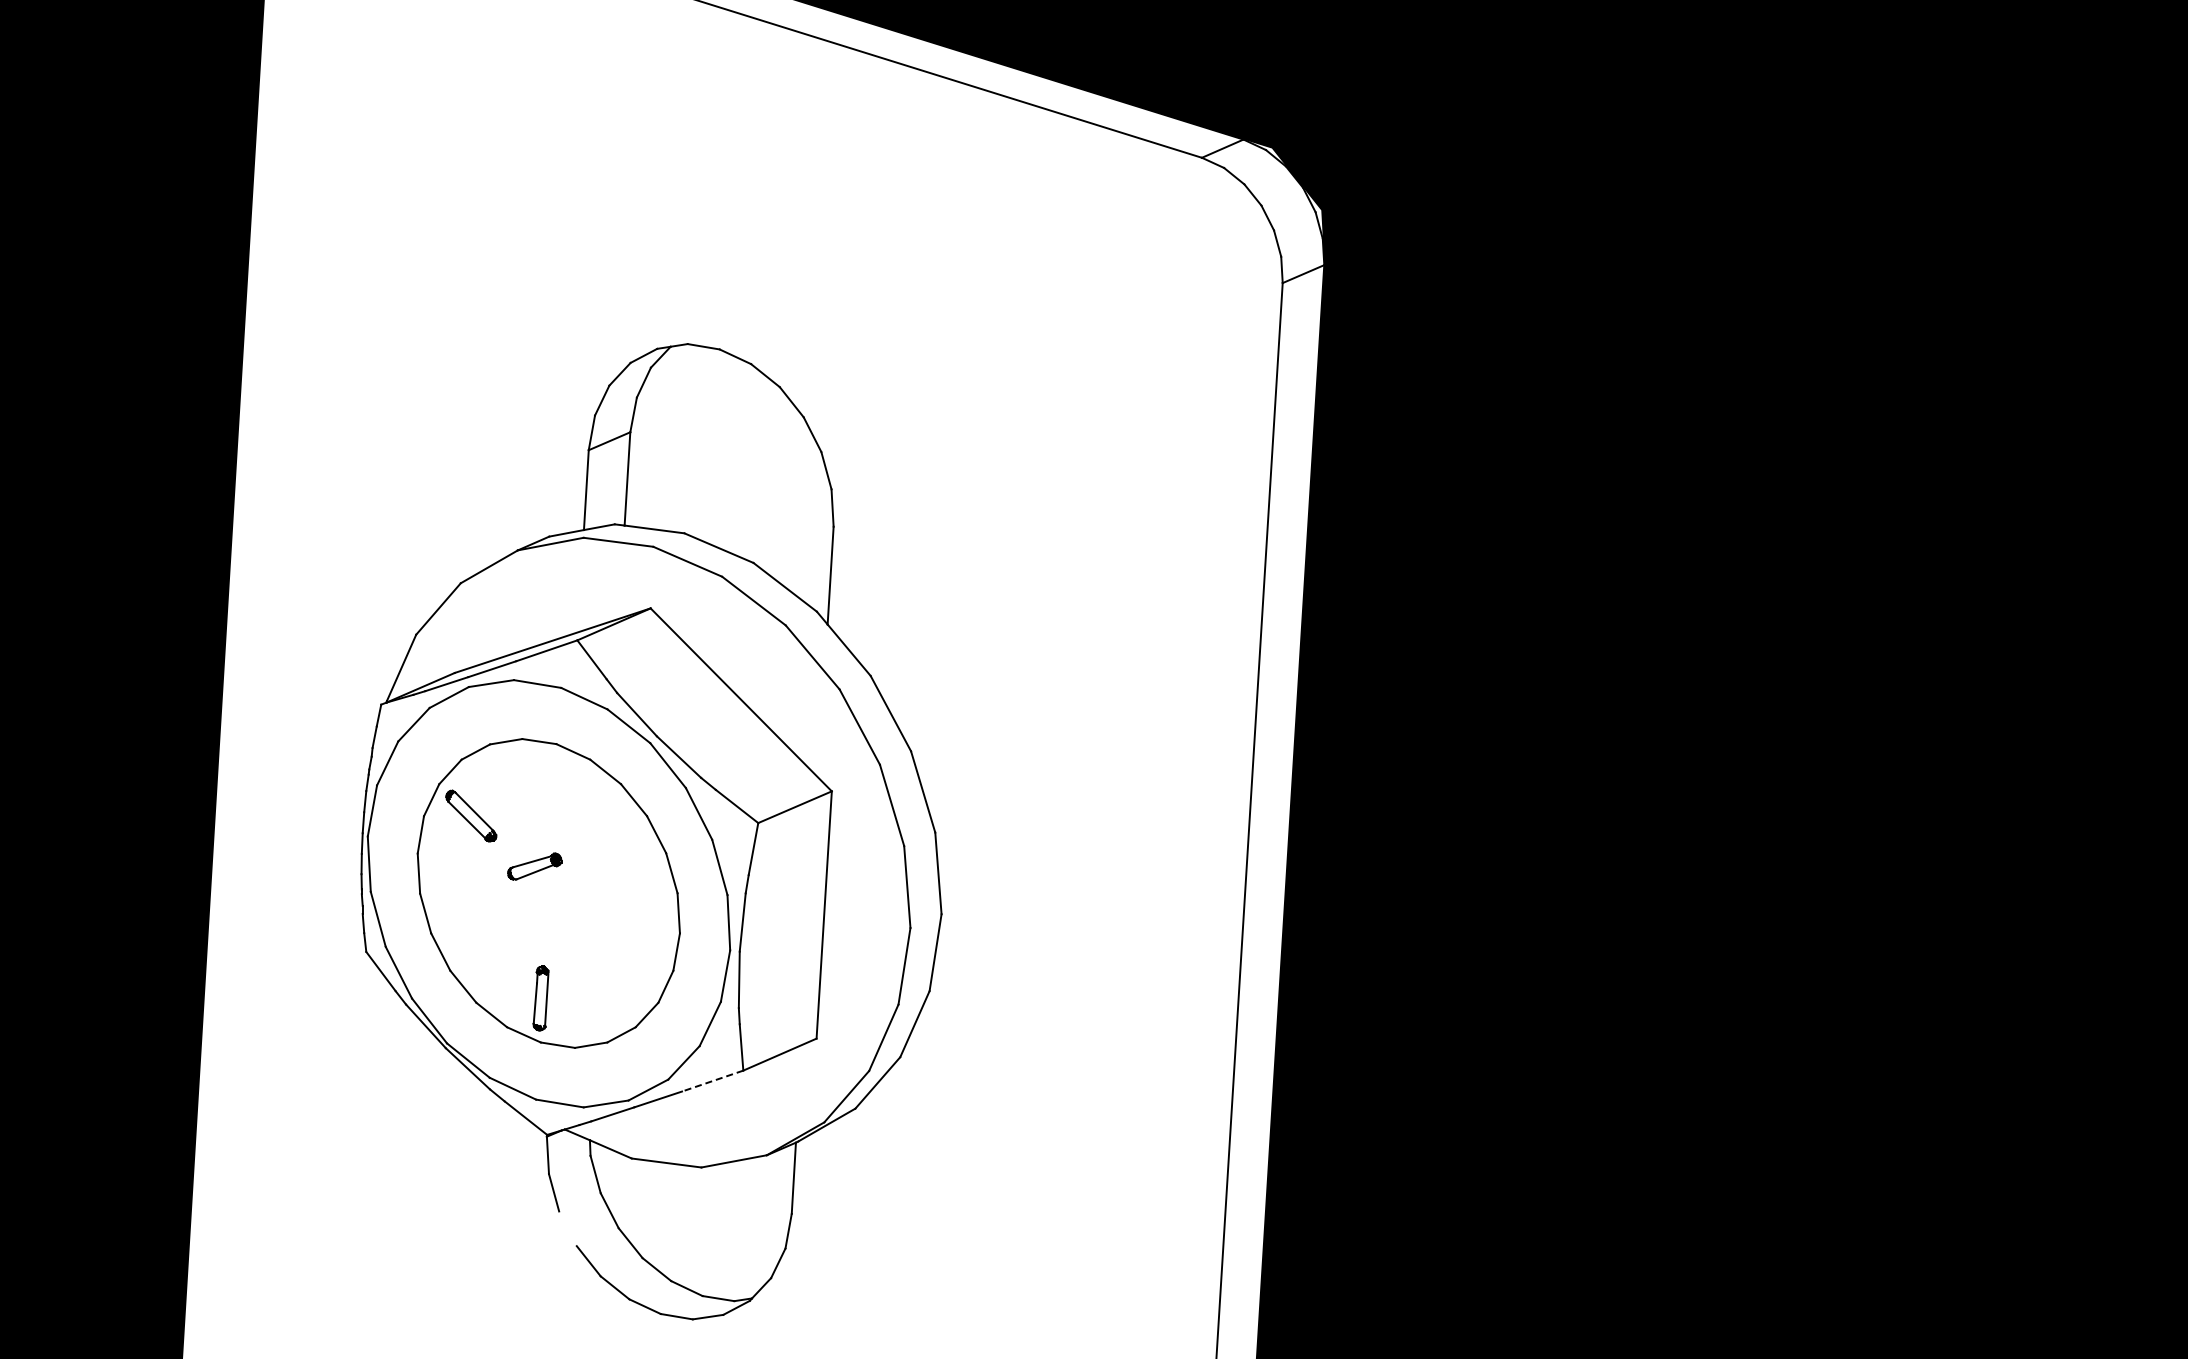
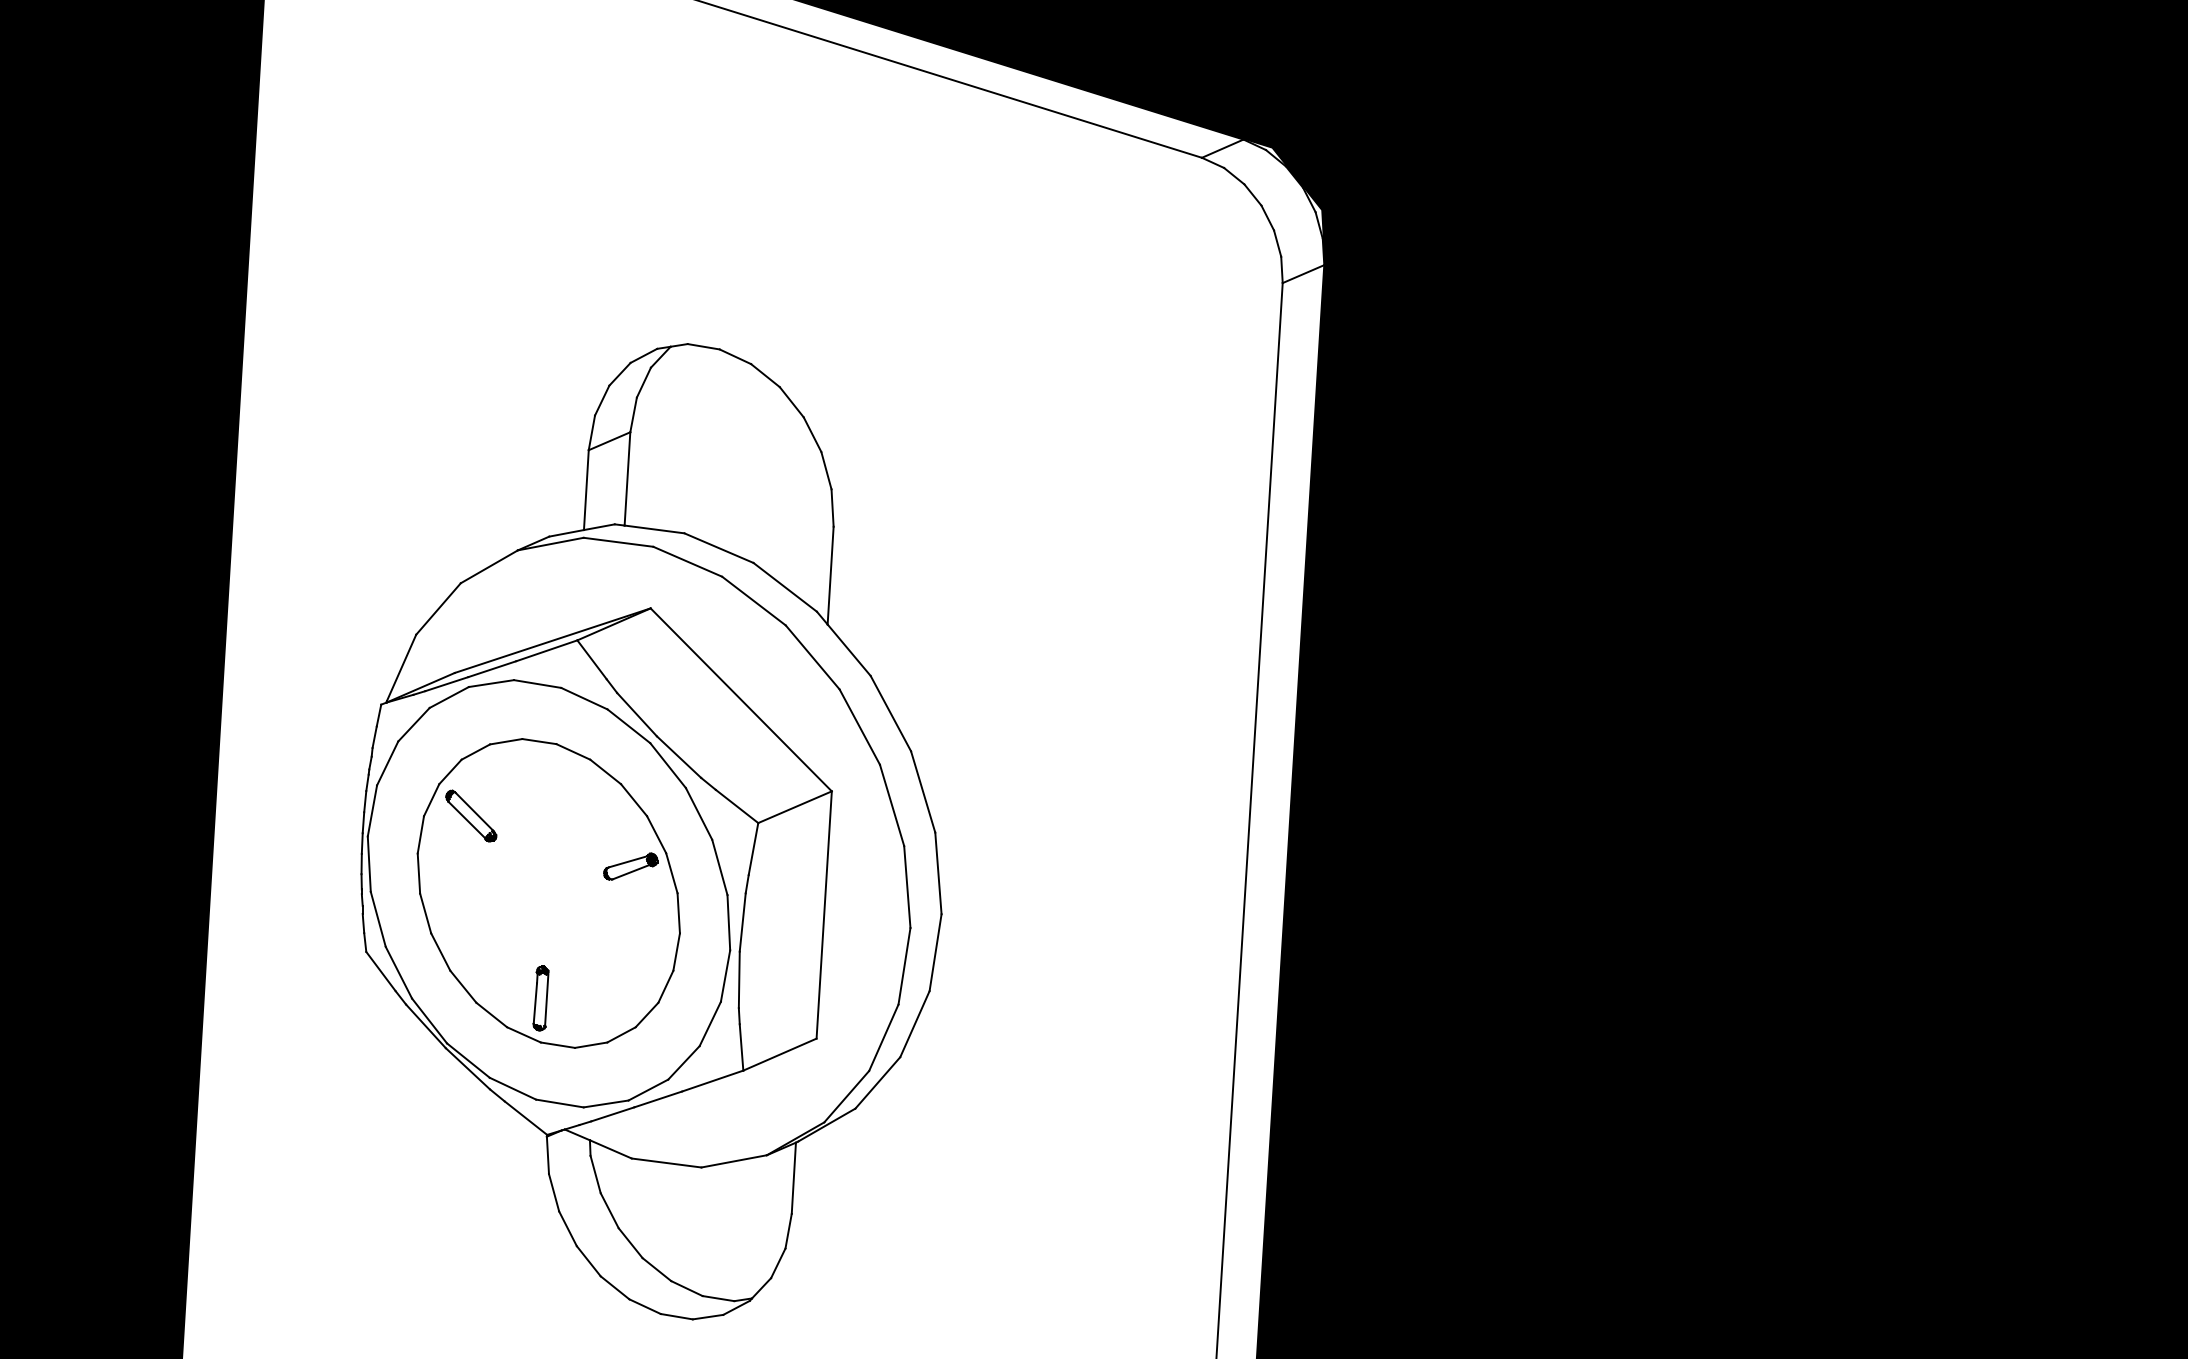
part at (534, 866) position: (534, 866) -> (630, 866)
line at (712, 1081): dashed -> solid
line at (567, 1228): none -> present
